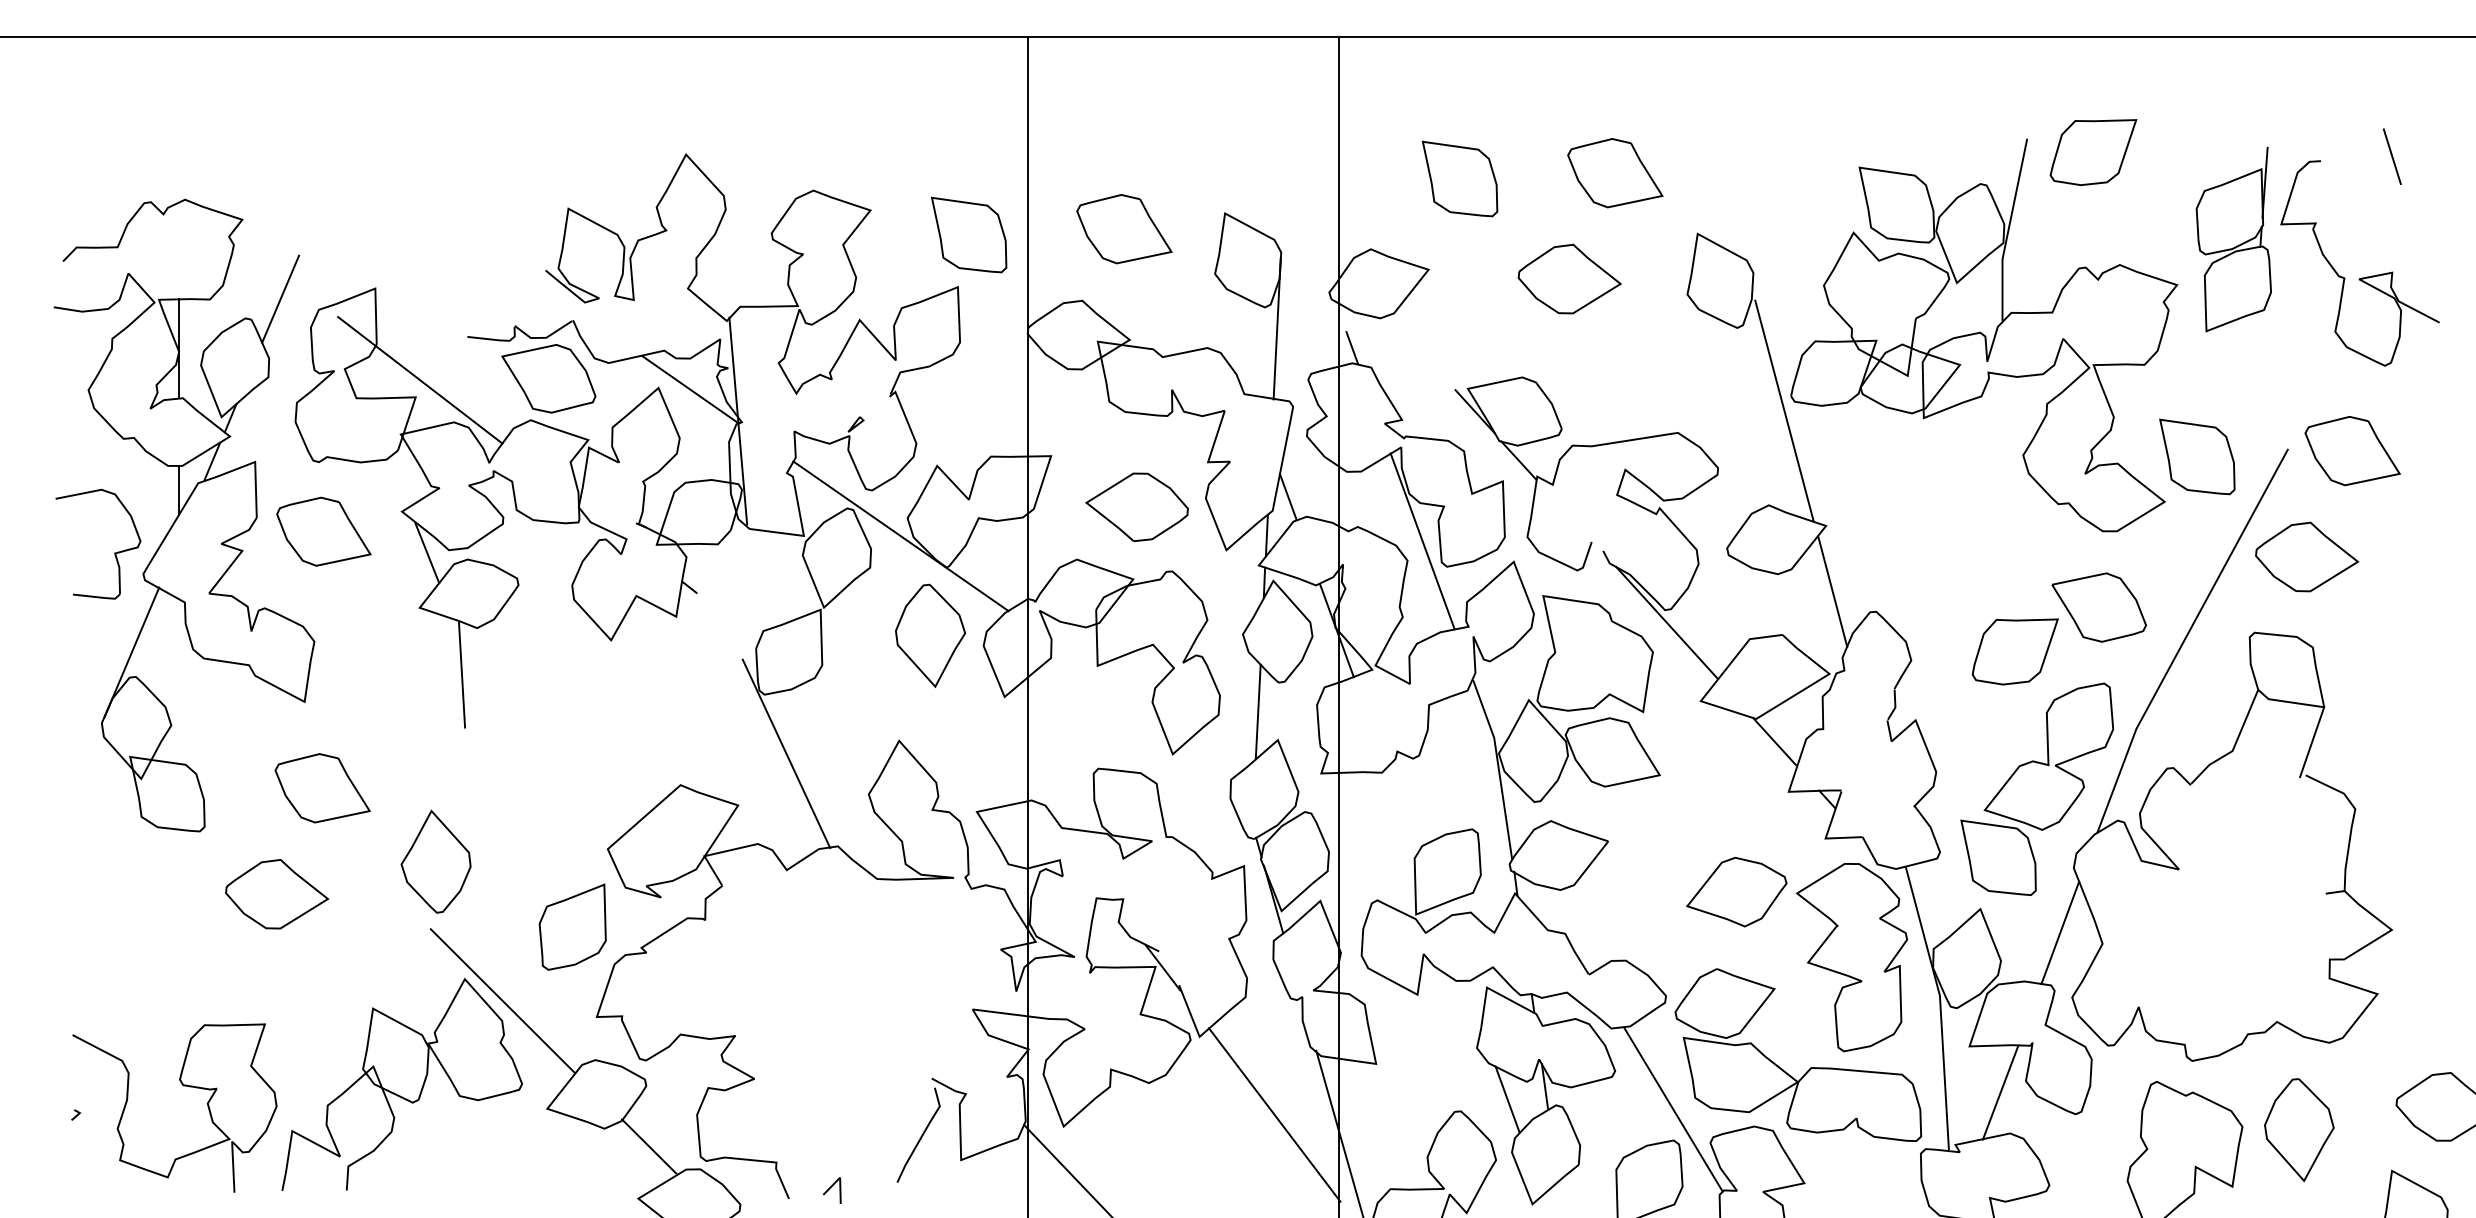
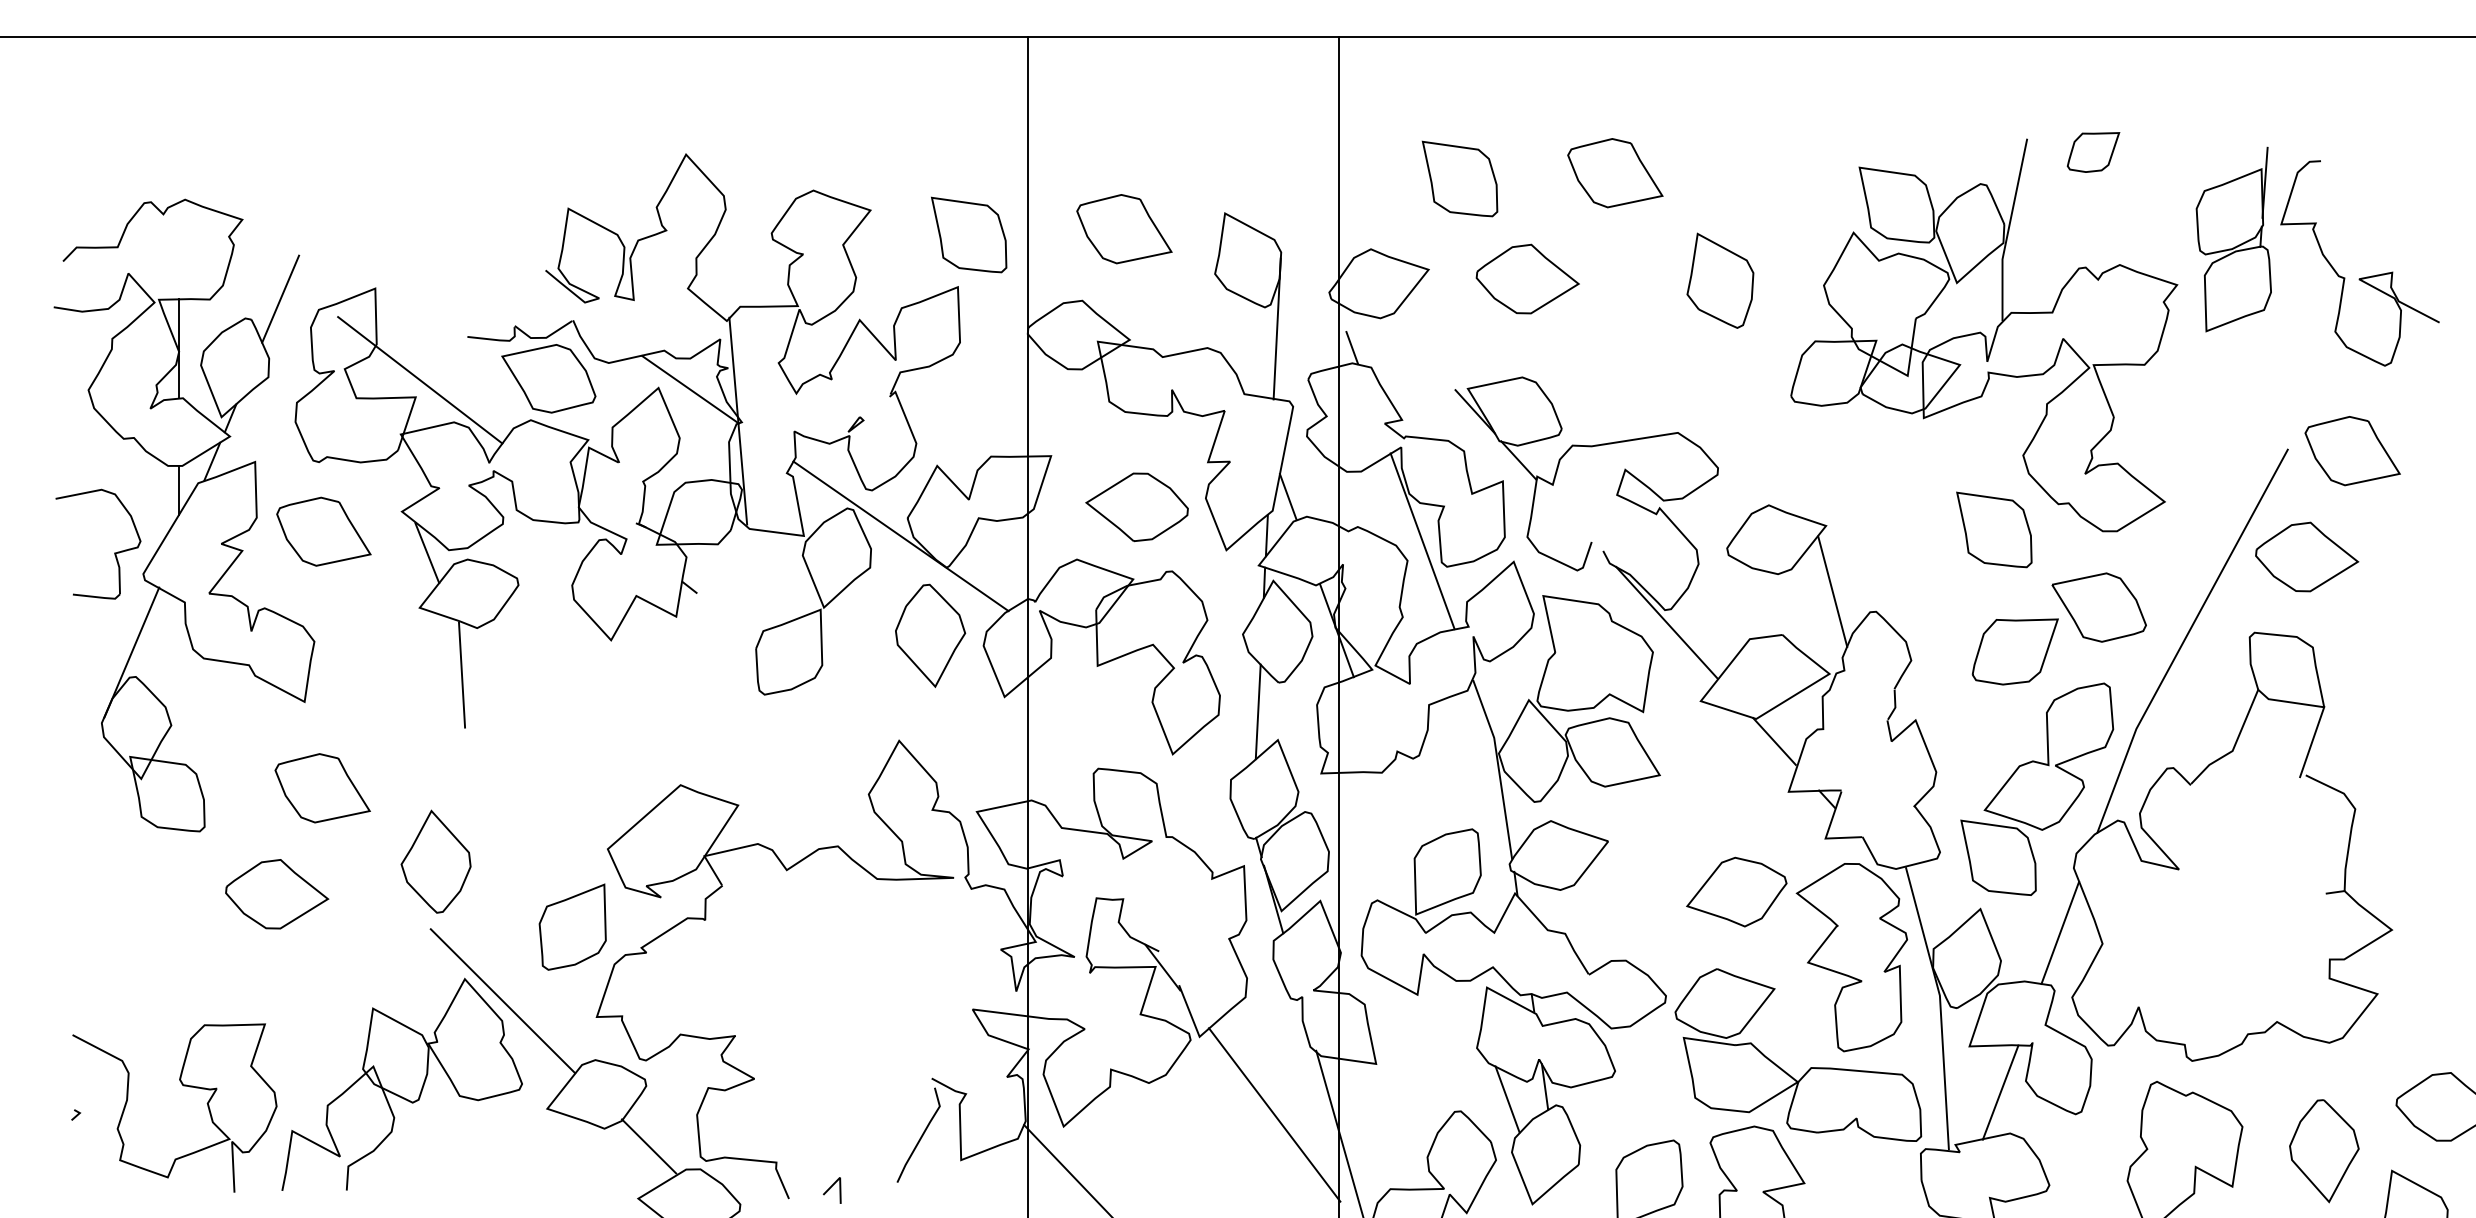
part at (2093, 152) size: 89x67 px -> 55x41 px
line at (2391, 156): present -> none
part at (1569, 278) position: (1569, 278) -> (1527, 278)
line at (1784, 410): present -> none
part at (2197, 456) position: (2197, 456) -> (1994, 529)
line at (786, 753): present -> none
line at (1673, 1109): present -> none
part at (2299, 1130) position: (2299, 1130) -> (2324, 1151)
